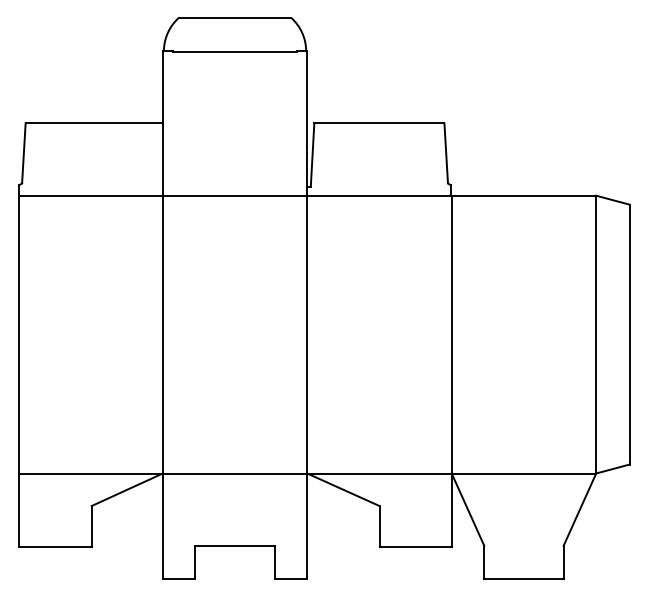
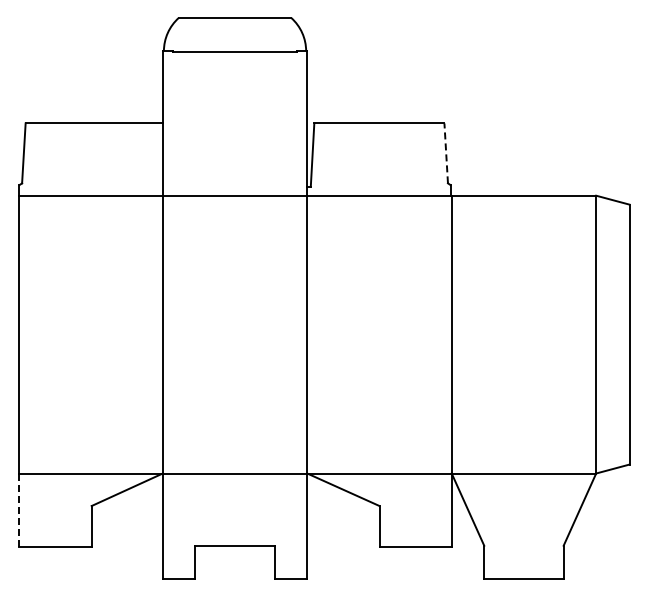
line at (446, 153): solid -> dashed
line at (19, 510): solid -> dashed
